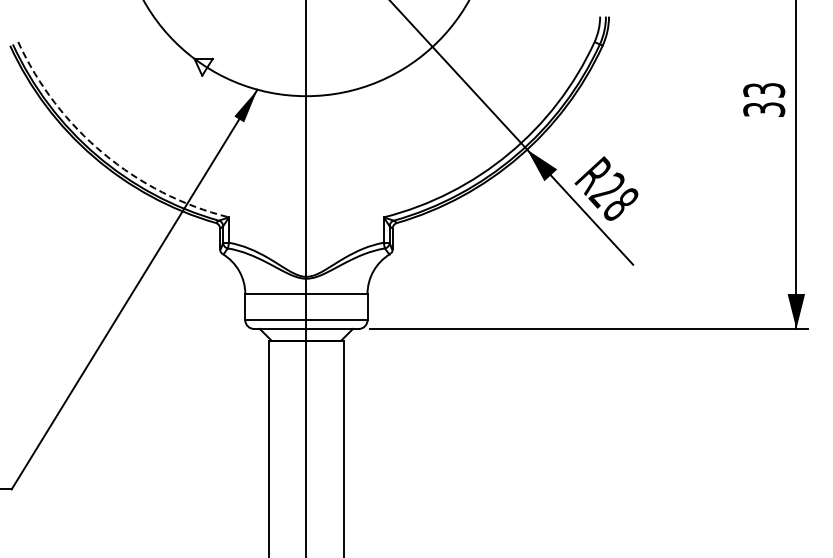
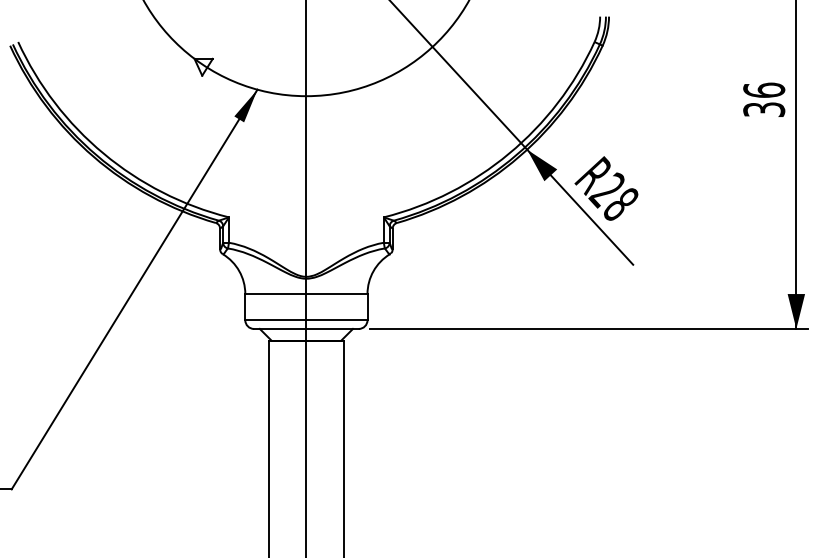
text at (764, 89): 33 -> 36
arc at (103, 153): dashed -> solid
